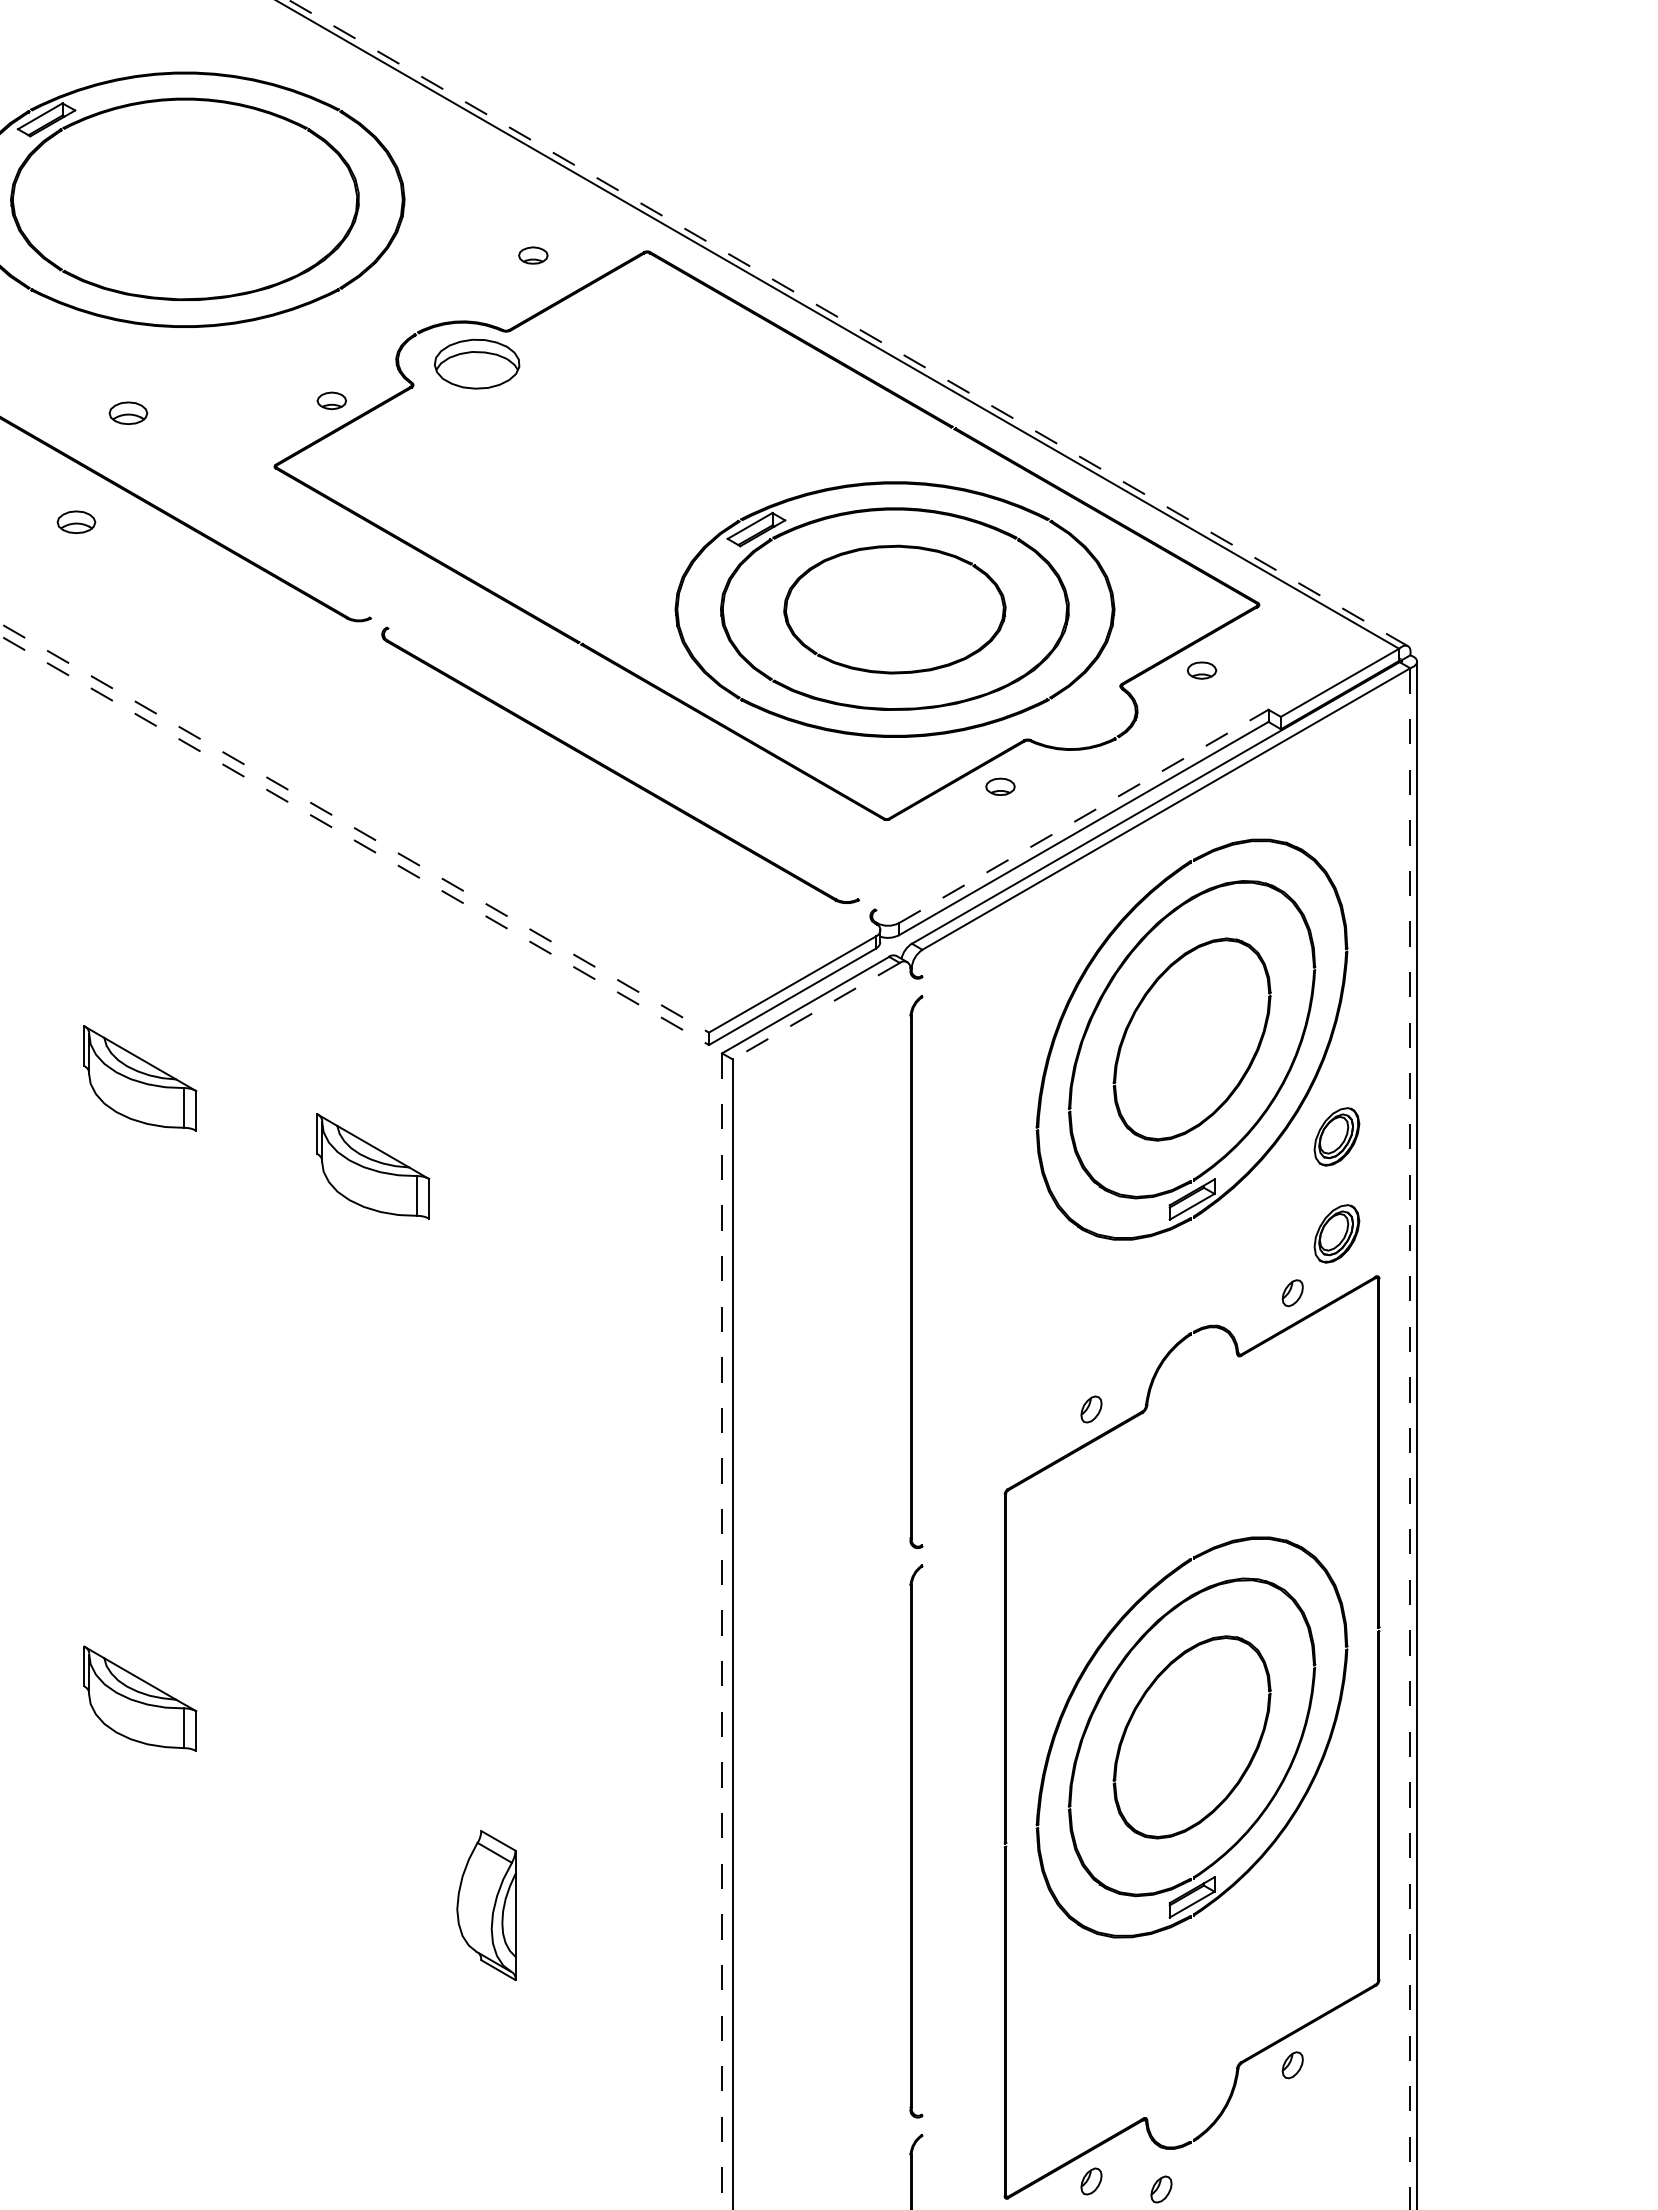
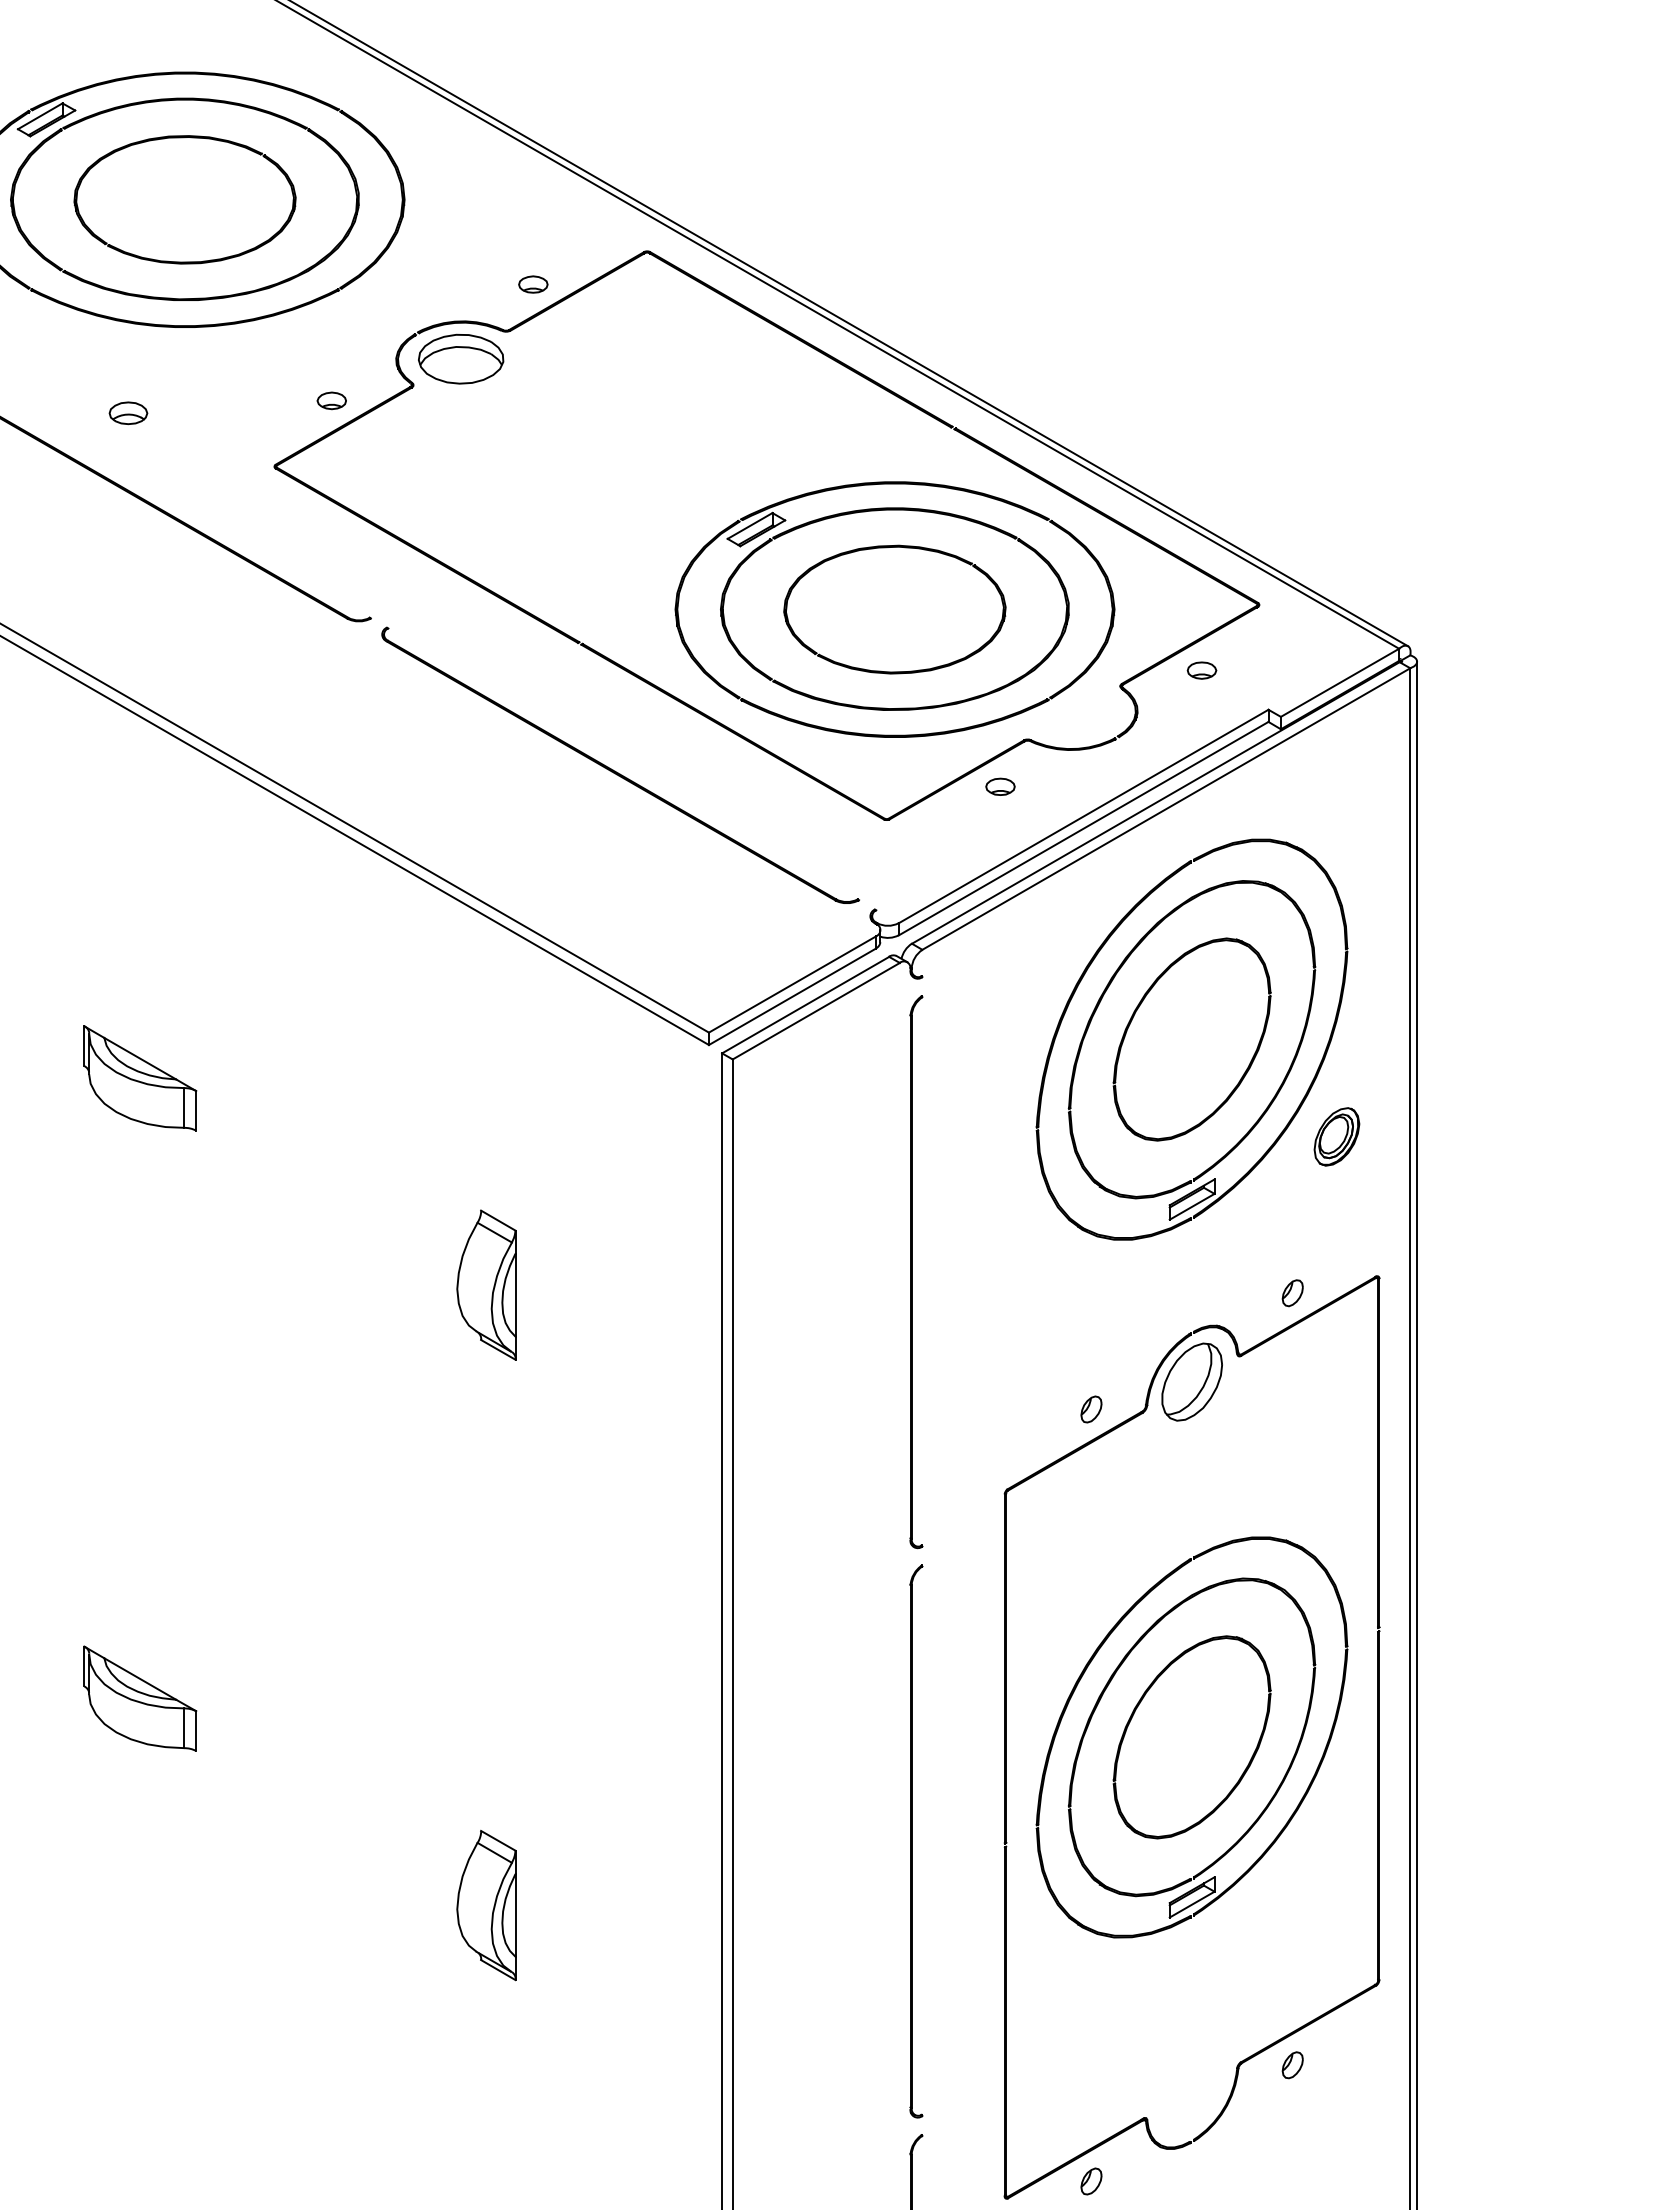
part at (184, 199): none -> present
part at (533, 255) position: (533, 255) -> (533, 284)
line at (848, 323): dashed -> solid
part at (477, 363) position: (477, 363) -> (461, 358)
part at (76, 522): present -> none
line at (1084, 816): dashed -> solid
line at (354, 828): dashed -> solid
line at (354, 840): dashed -> solid
line at (815, 1011): dashed -> solid
part at (373, 1166): present -> none
part at (1336, 1233): present -> none
part at (486, 1284): none -> present
part at (1191, 1381): none -> present
line at (1410, 1439): dashed -> solid
line at (722, 1631): dashed -> solid
part at (1161, 2189): present -> none
